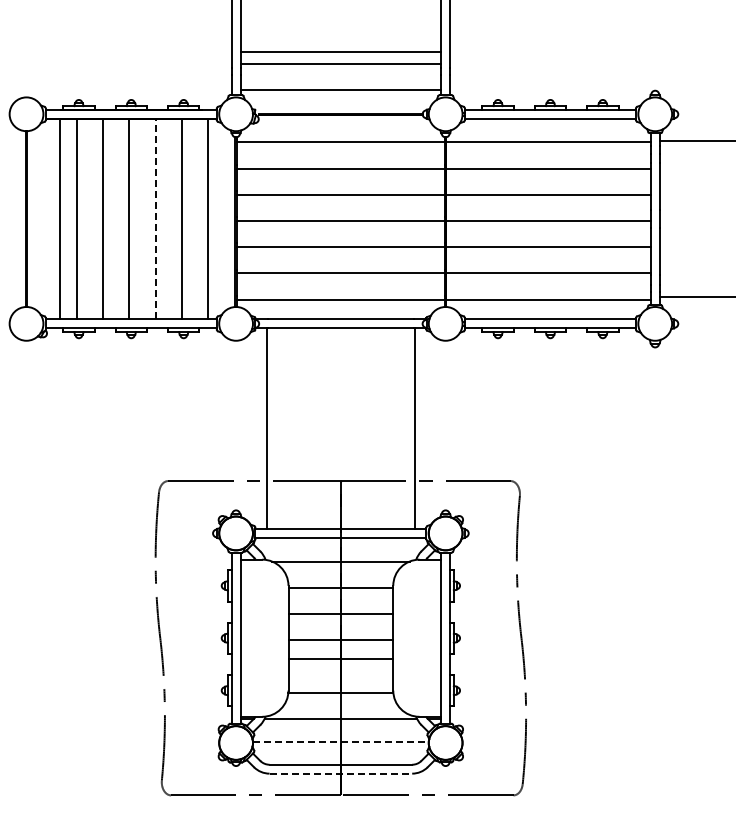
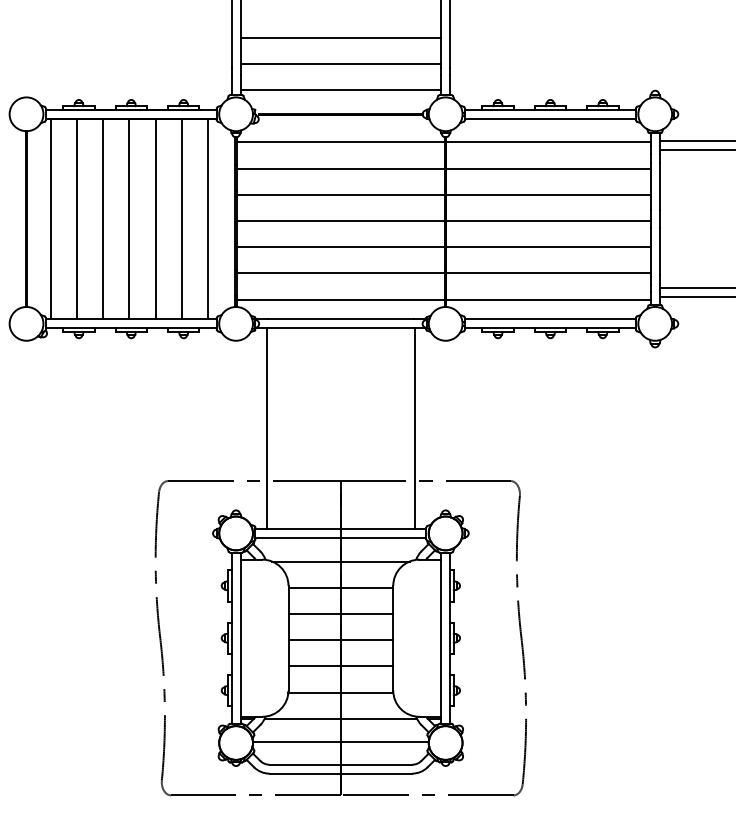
line at (340, 51) position: (340, 51) -> (340, 37)
line at (695, 150): none -> present
line at (59, 218) position: (59, 218) -> (50, 218)
line at (155, 218): dashed -> solid
line at (695, 287): none -> present
line at (340, 659) position: (340, 659) -> (340, 666)
line at (340, 742): dashed -> solid
line at (341, 773): dashed -> solid
